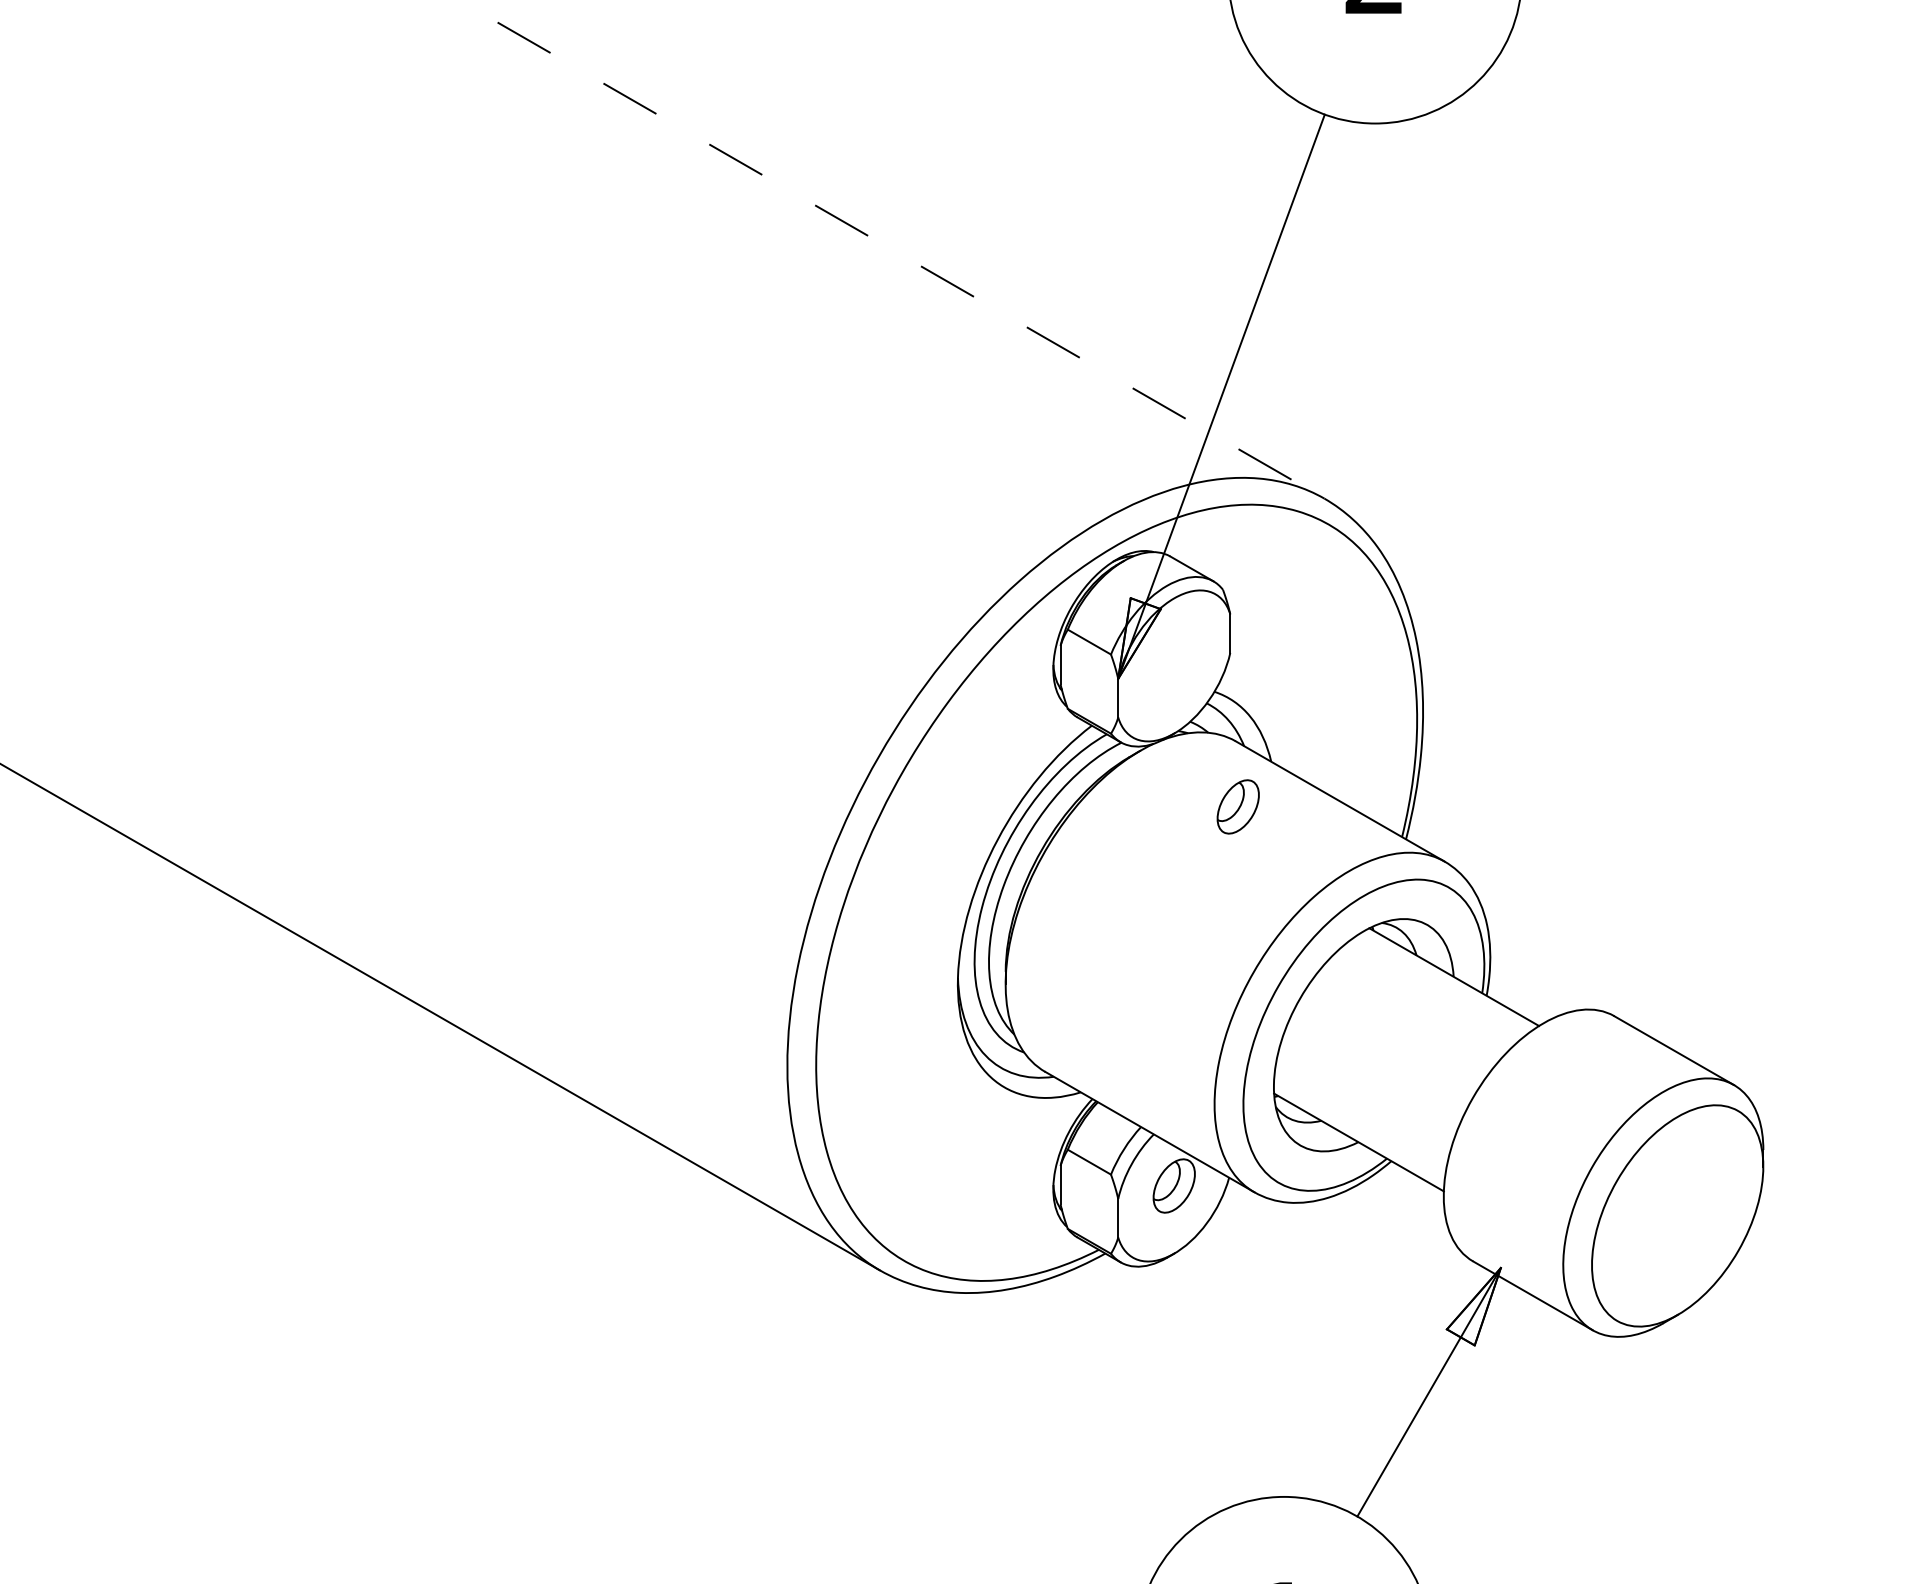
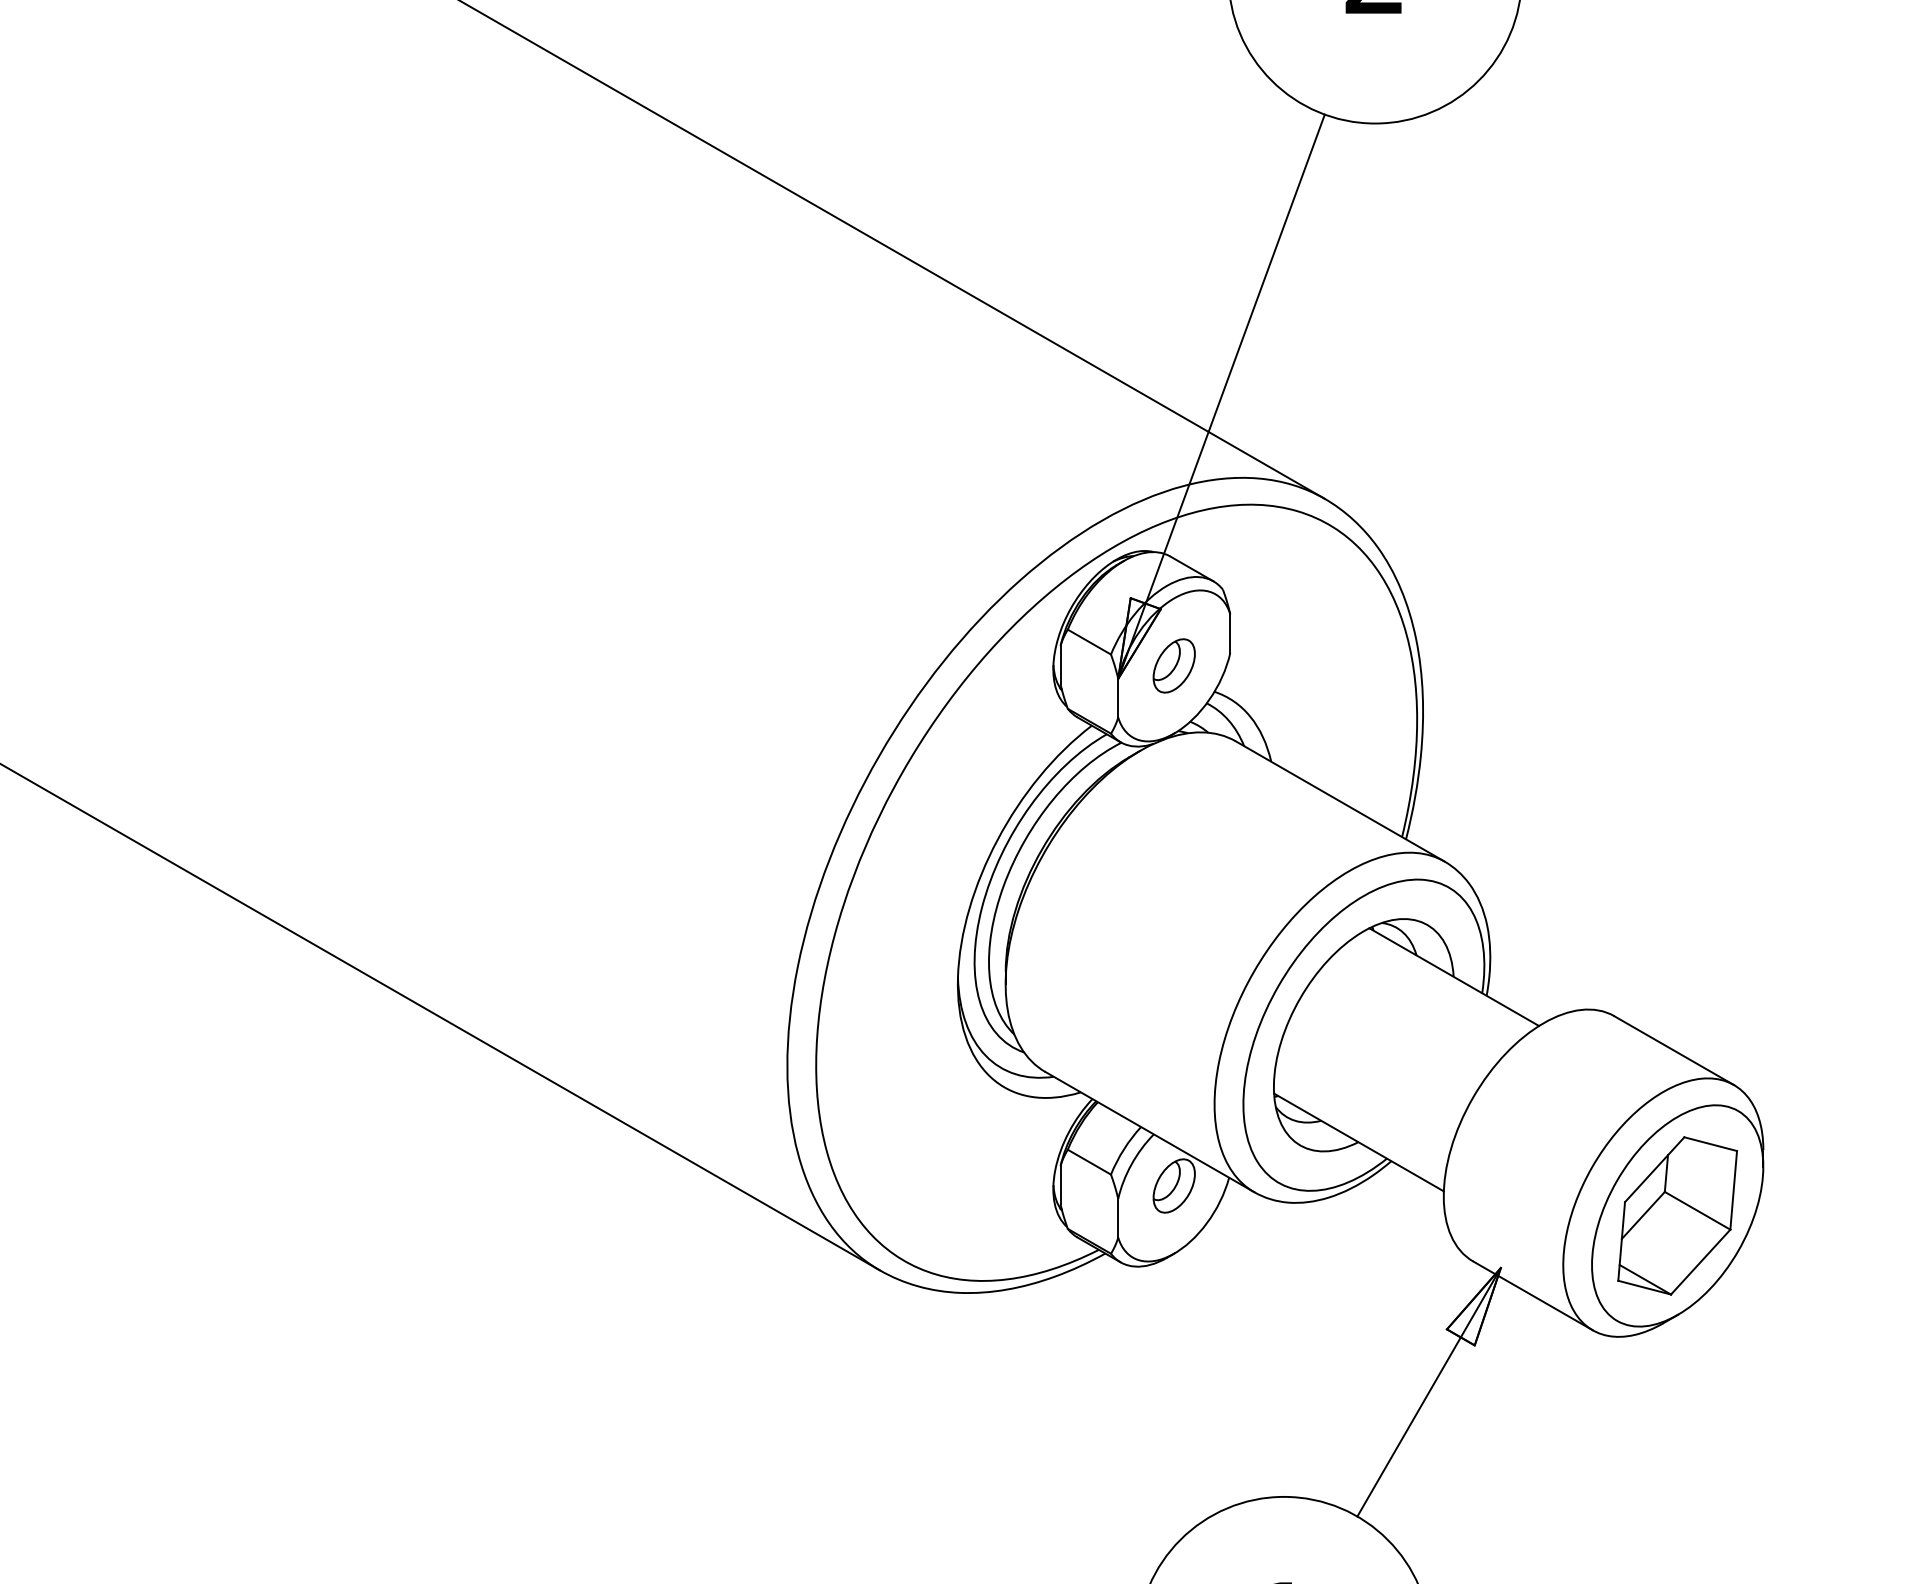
line at (892, 249): dashed -> solid
part at (1237, 806) position: (1237, 806) -> (1173, 665)
part at (1677, 1215): none -> present
